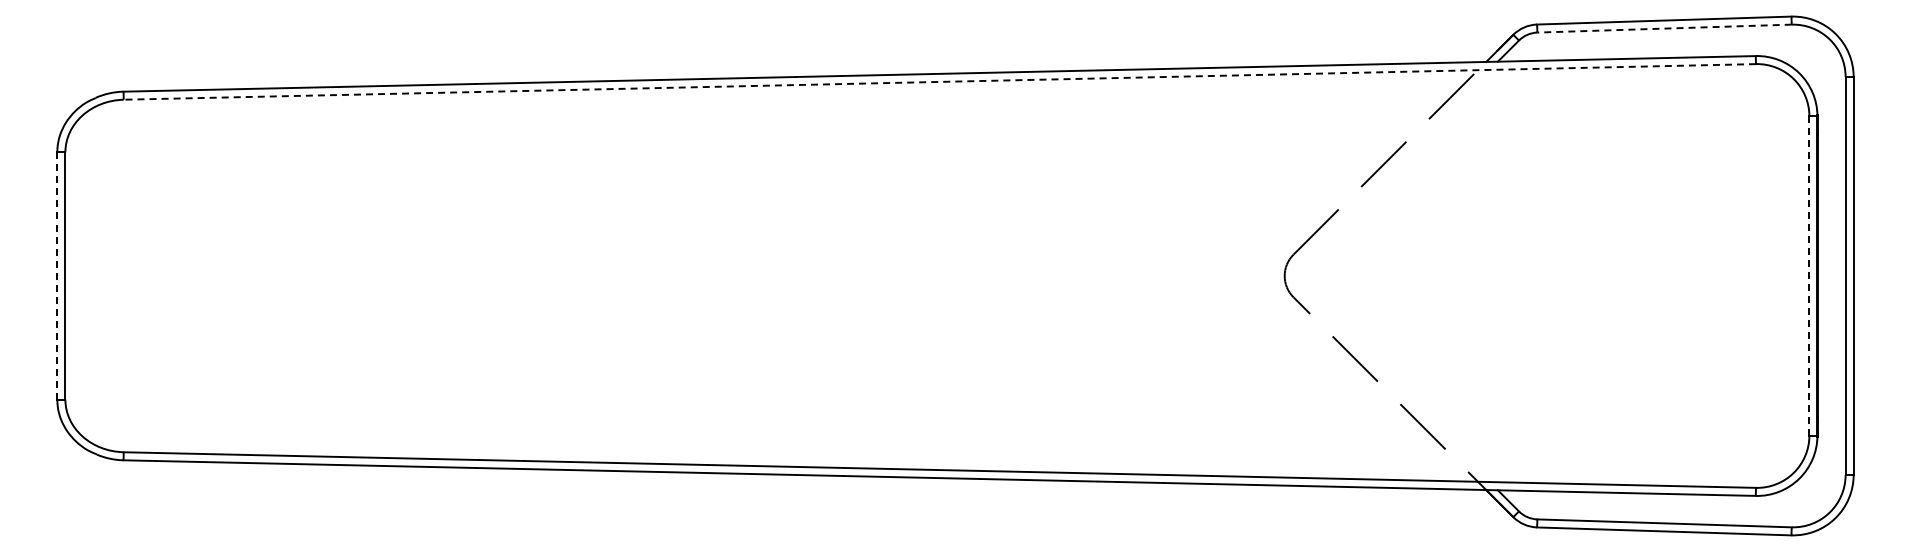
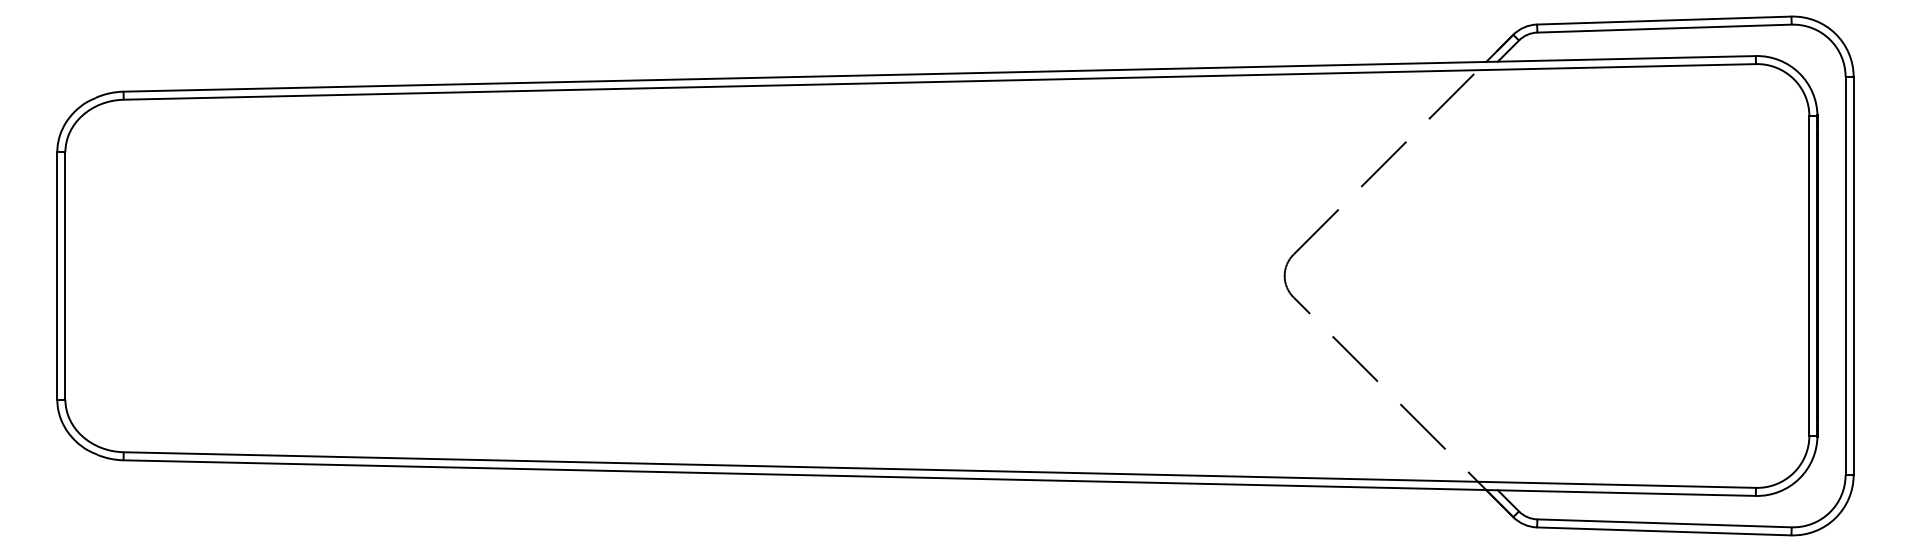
line at (1664, 28): dashed -> solid
line at (939, 81): dashed -> solid
line at (57, 275): dashed -> solid
line at (1809, 275): dashed -> solid
